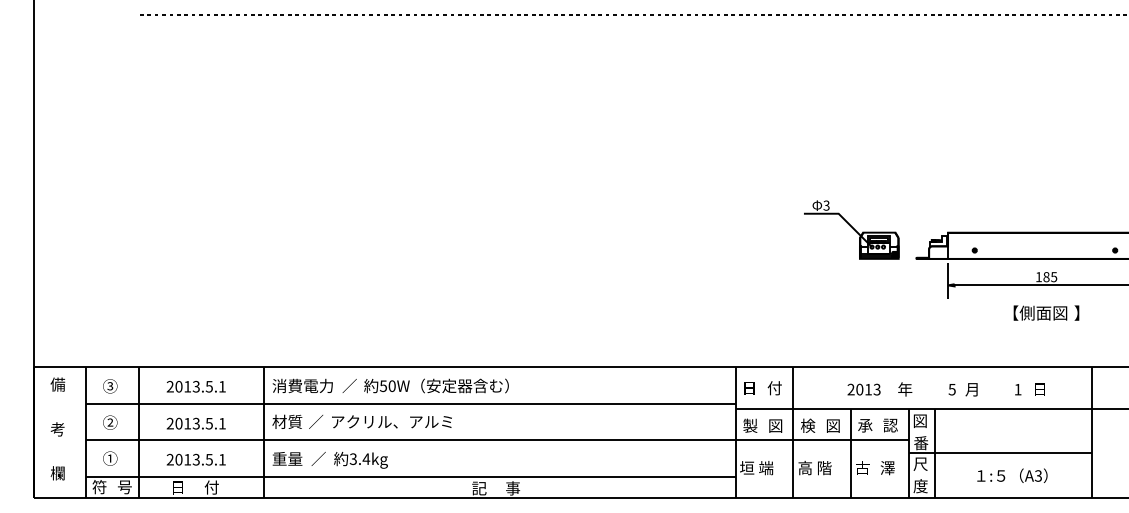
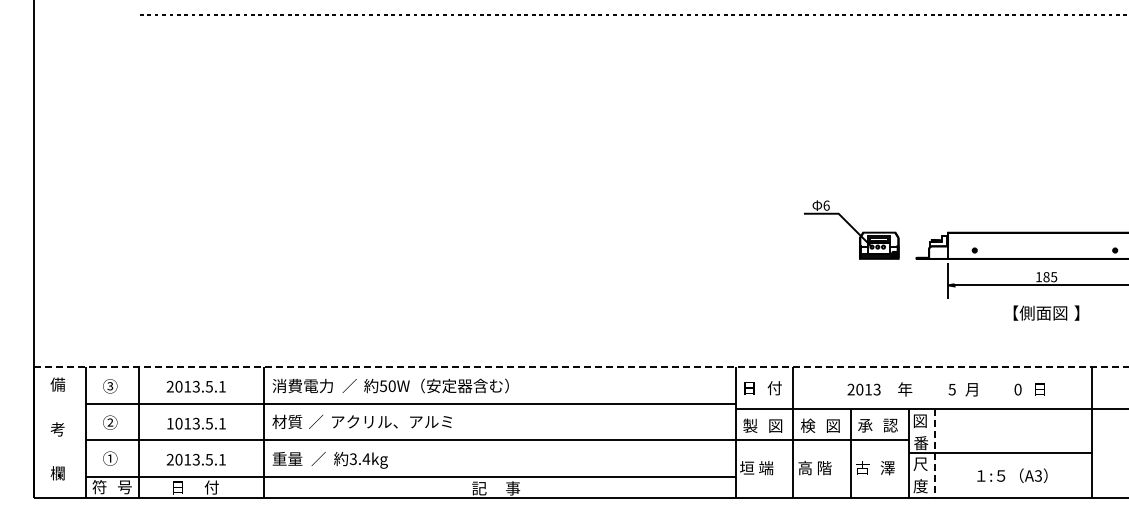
text at (826, 205): 3 -> 6
line at (581, 366): solid -> dashed
text at (1017, 389): 1 -> 0
text at (169, 423): 2013.5.1 -> 1013.5.1
line at (934, 453): solid -> dashed
